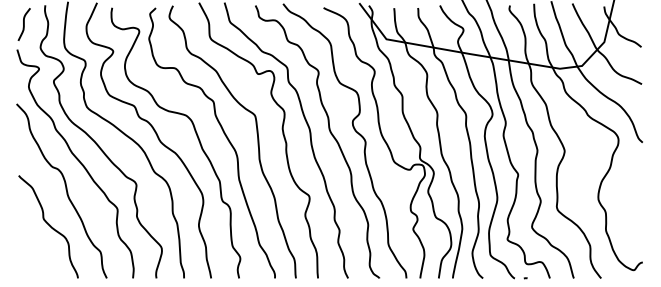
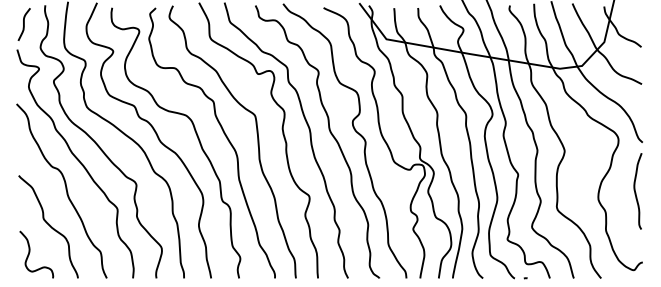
curve at (636, 192): none -> present
curve at (30, 252): none -> present
